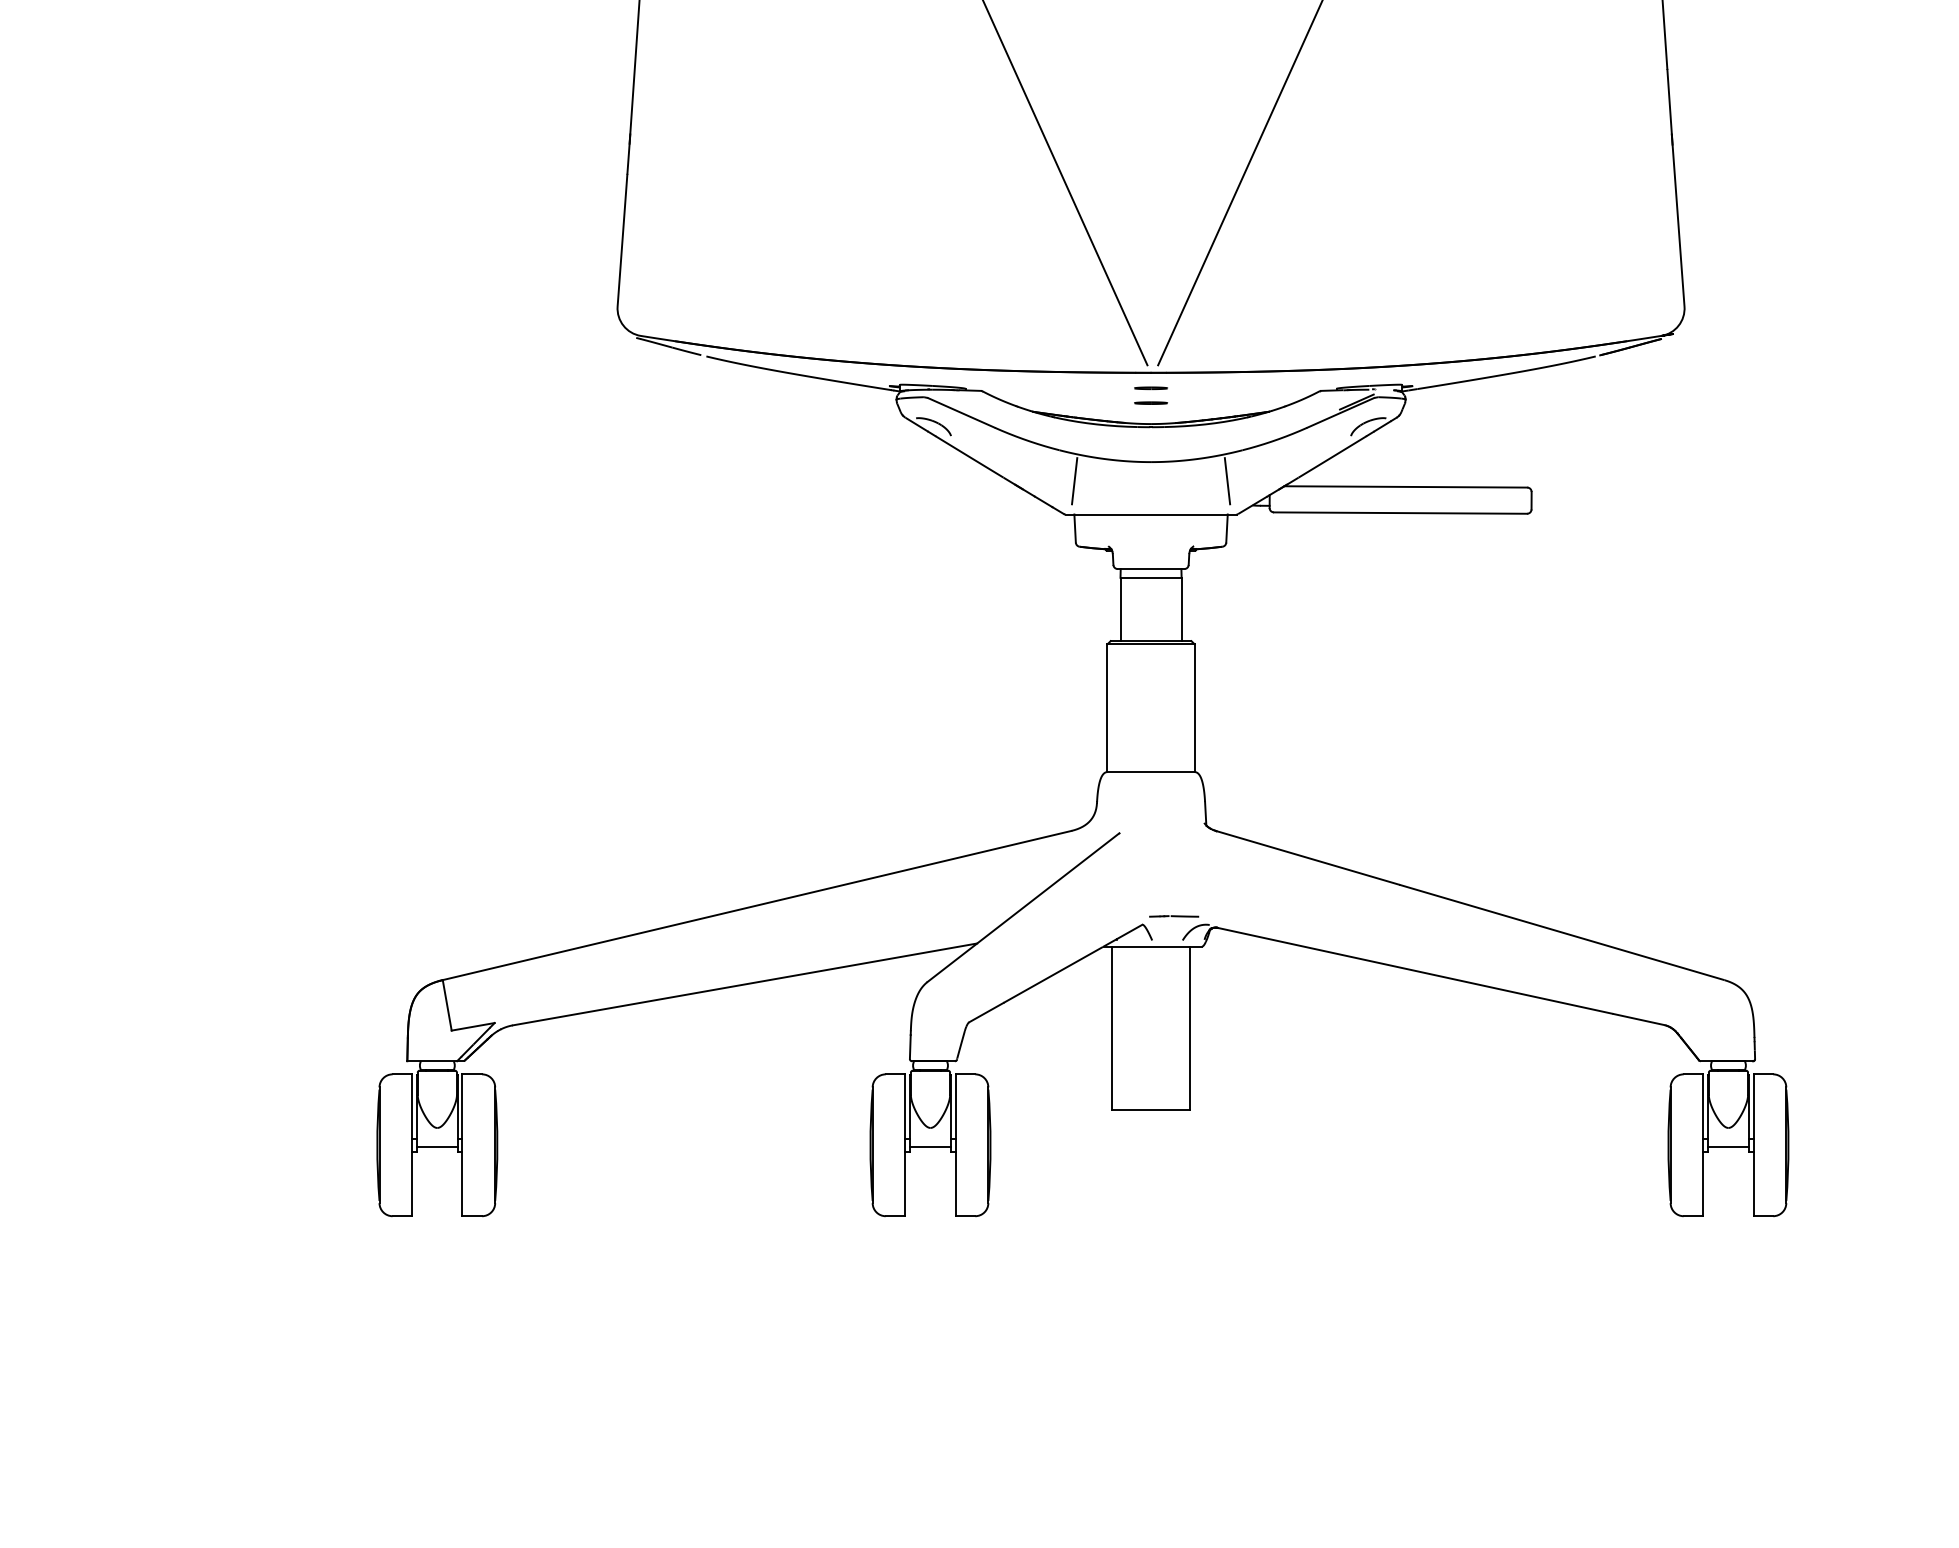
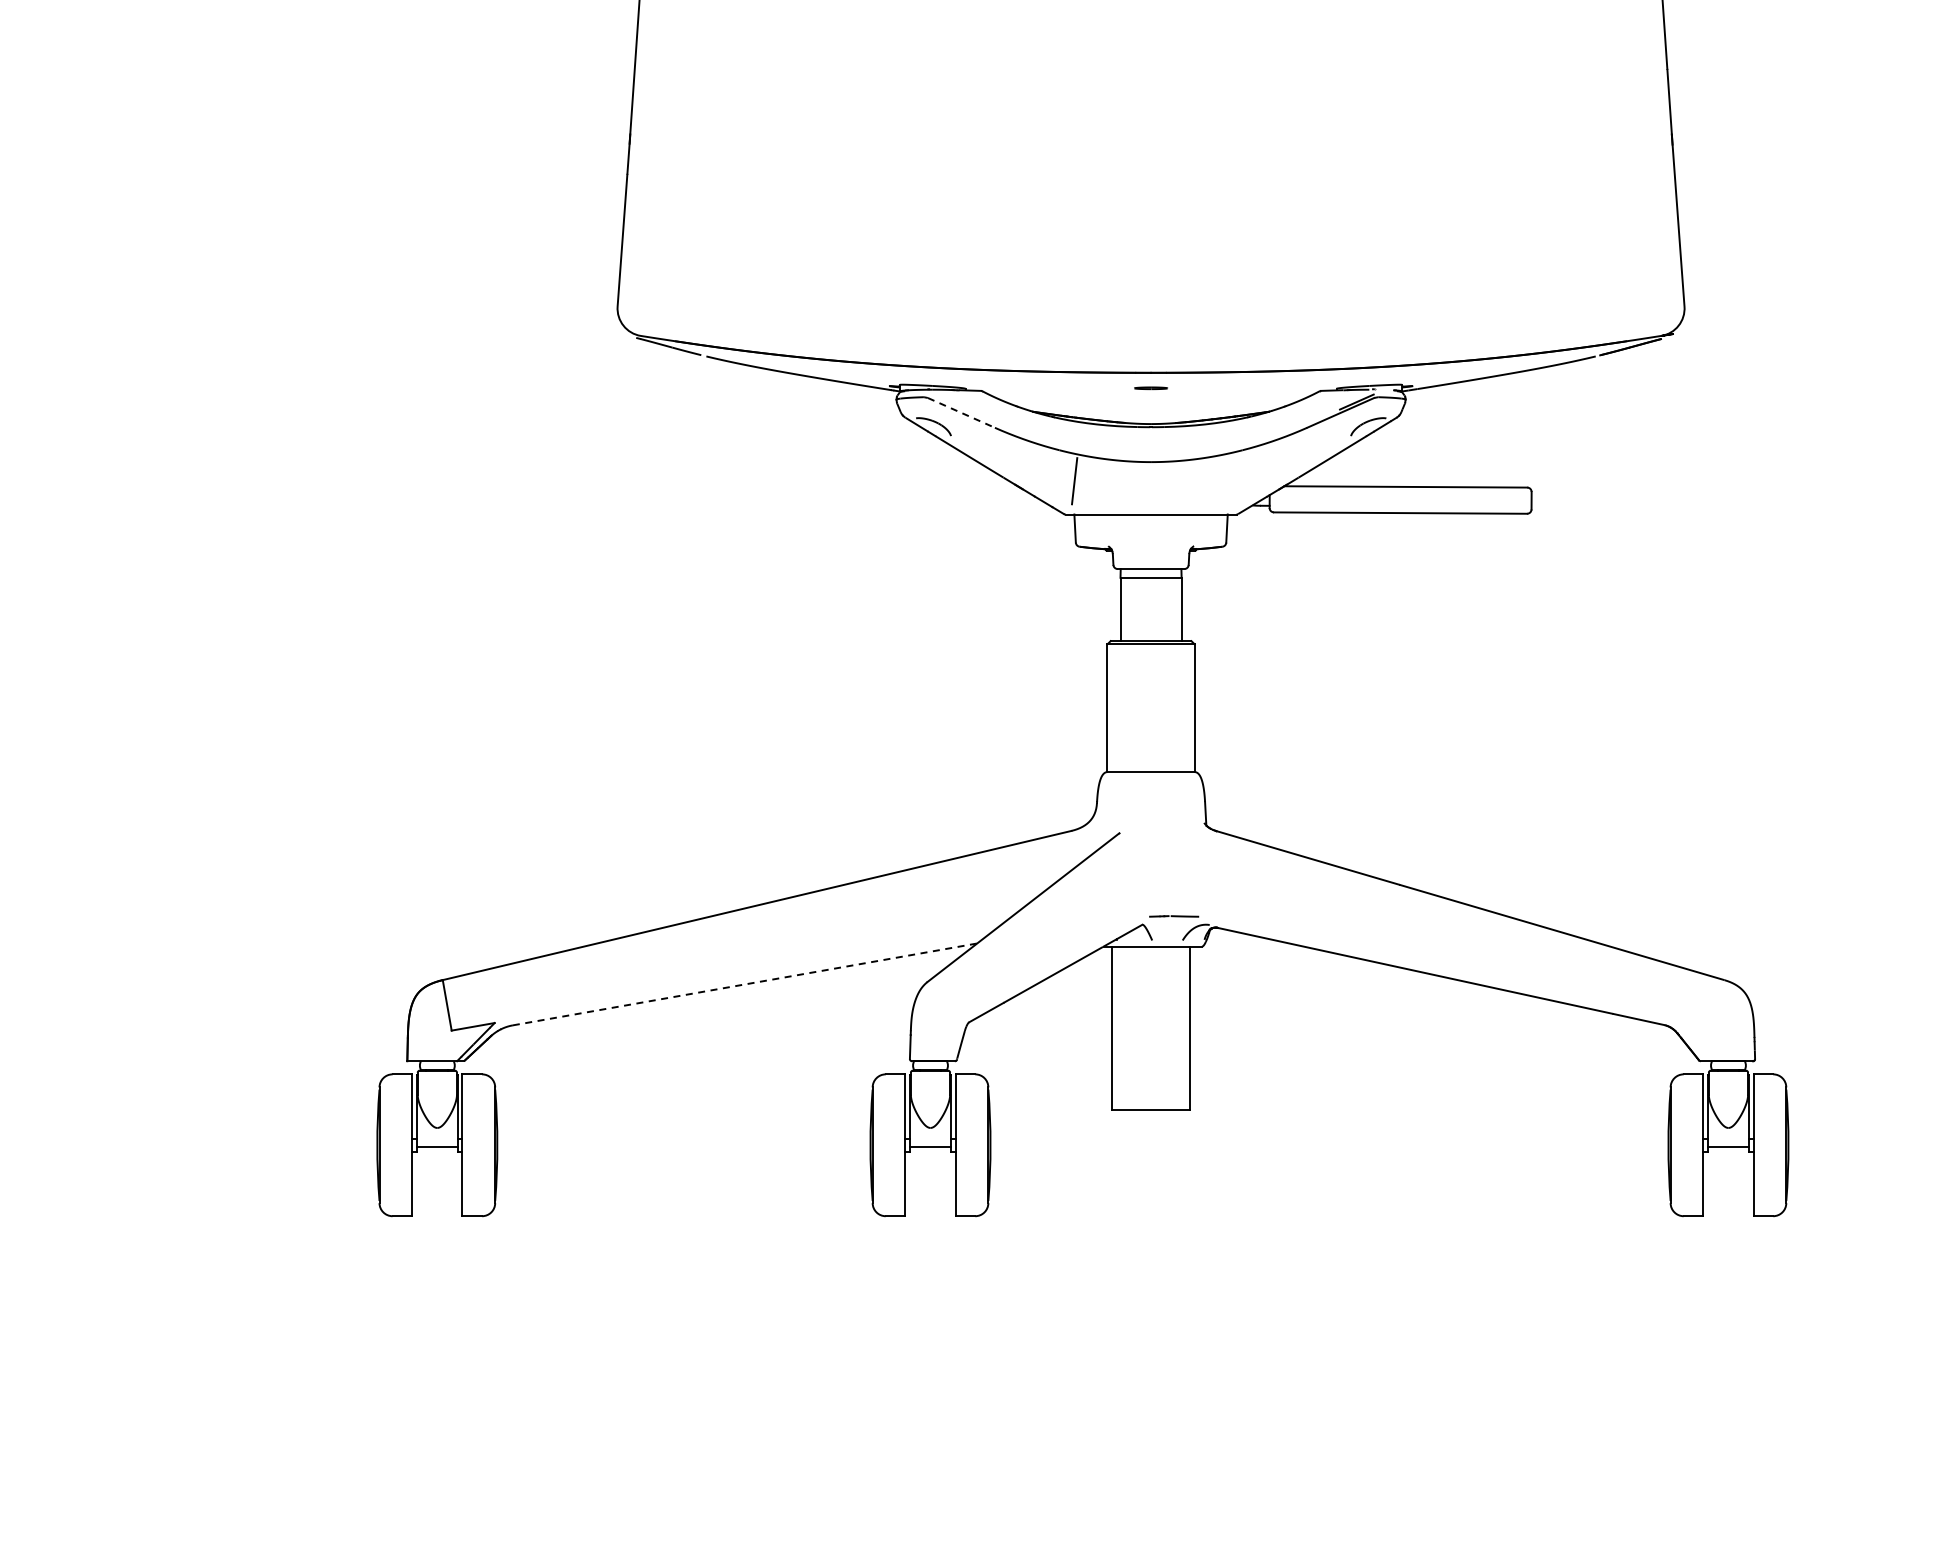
line at (1065, 183): present -> none
line at (1239, 183): present -> none
line at (1150, 402): present -> none
line at (961, 412): solid -> dashed
line at (1227, 481): present -> none
line at (745, 984): solid -> dashed
